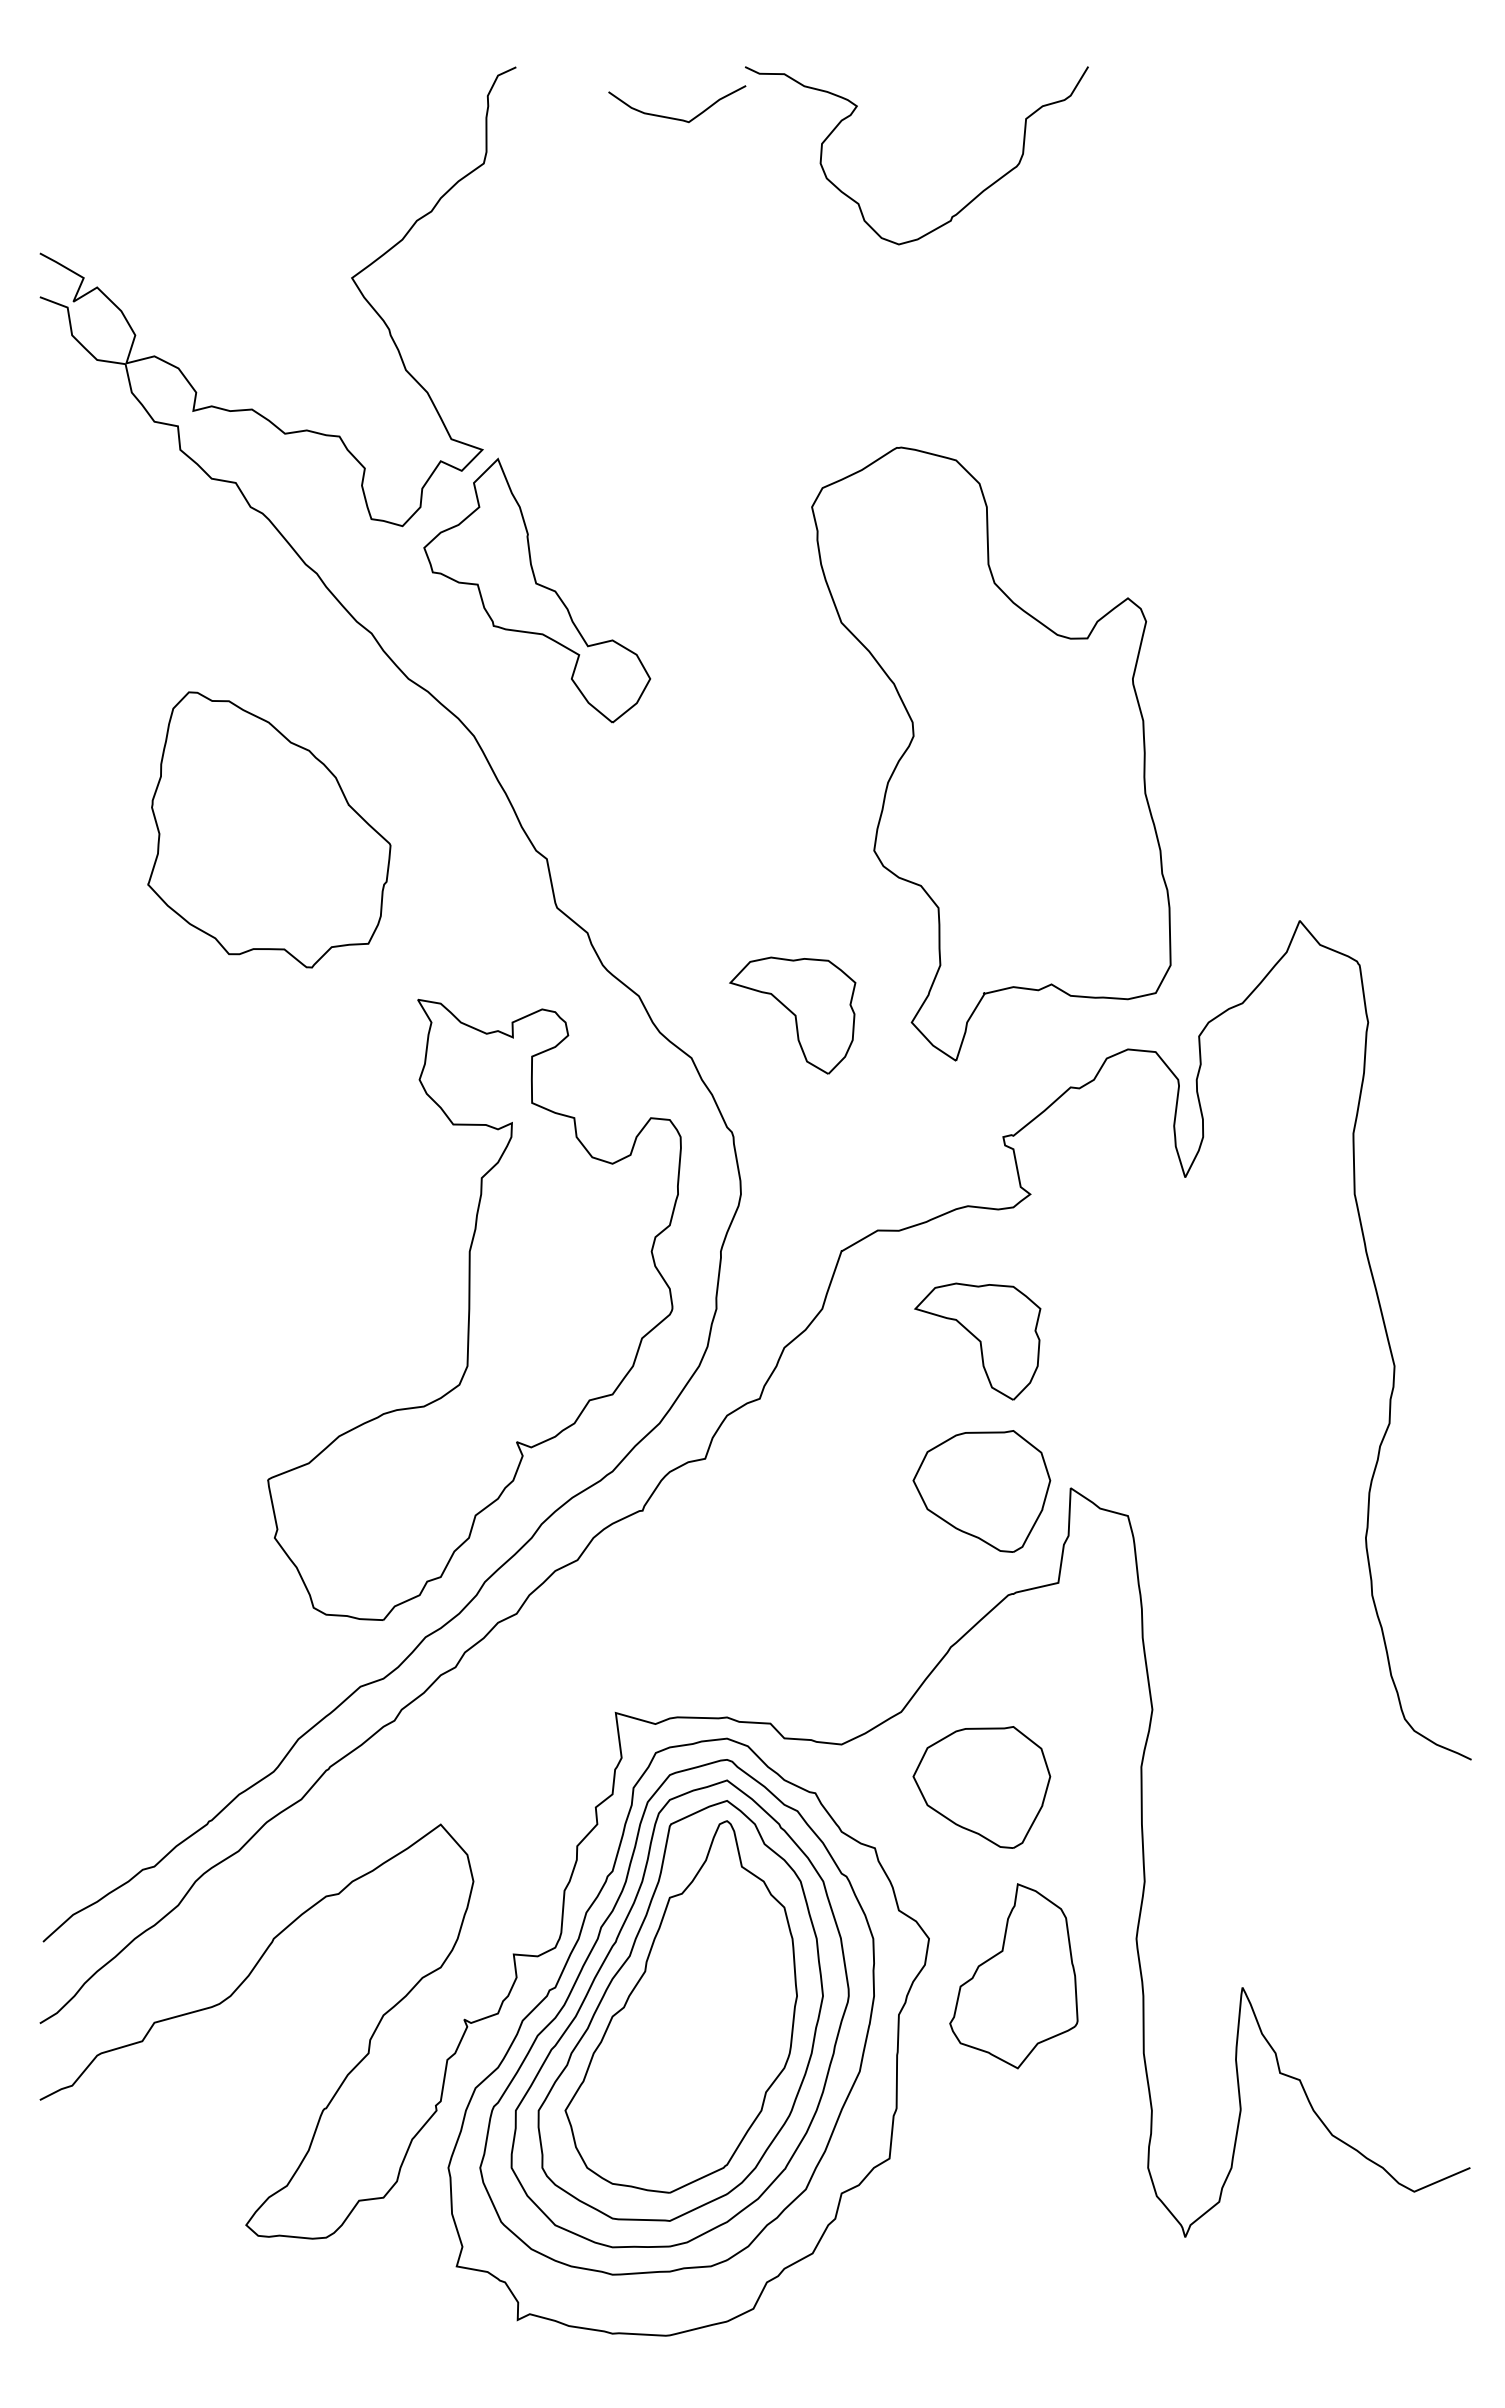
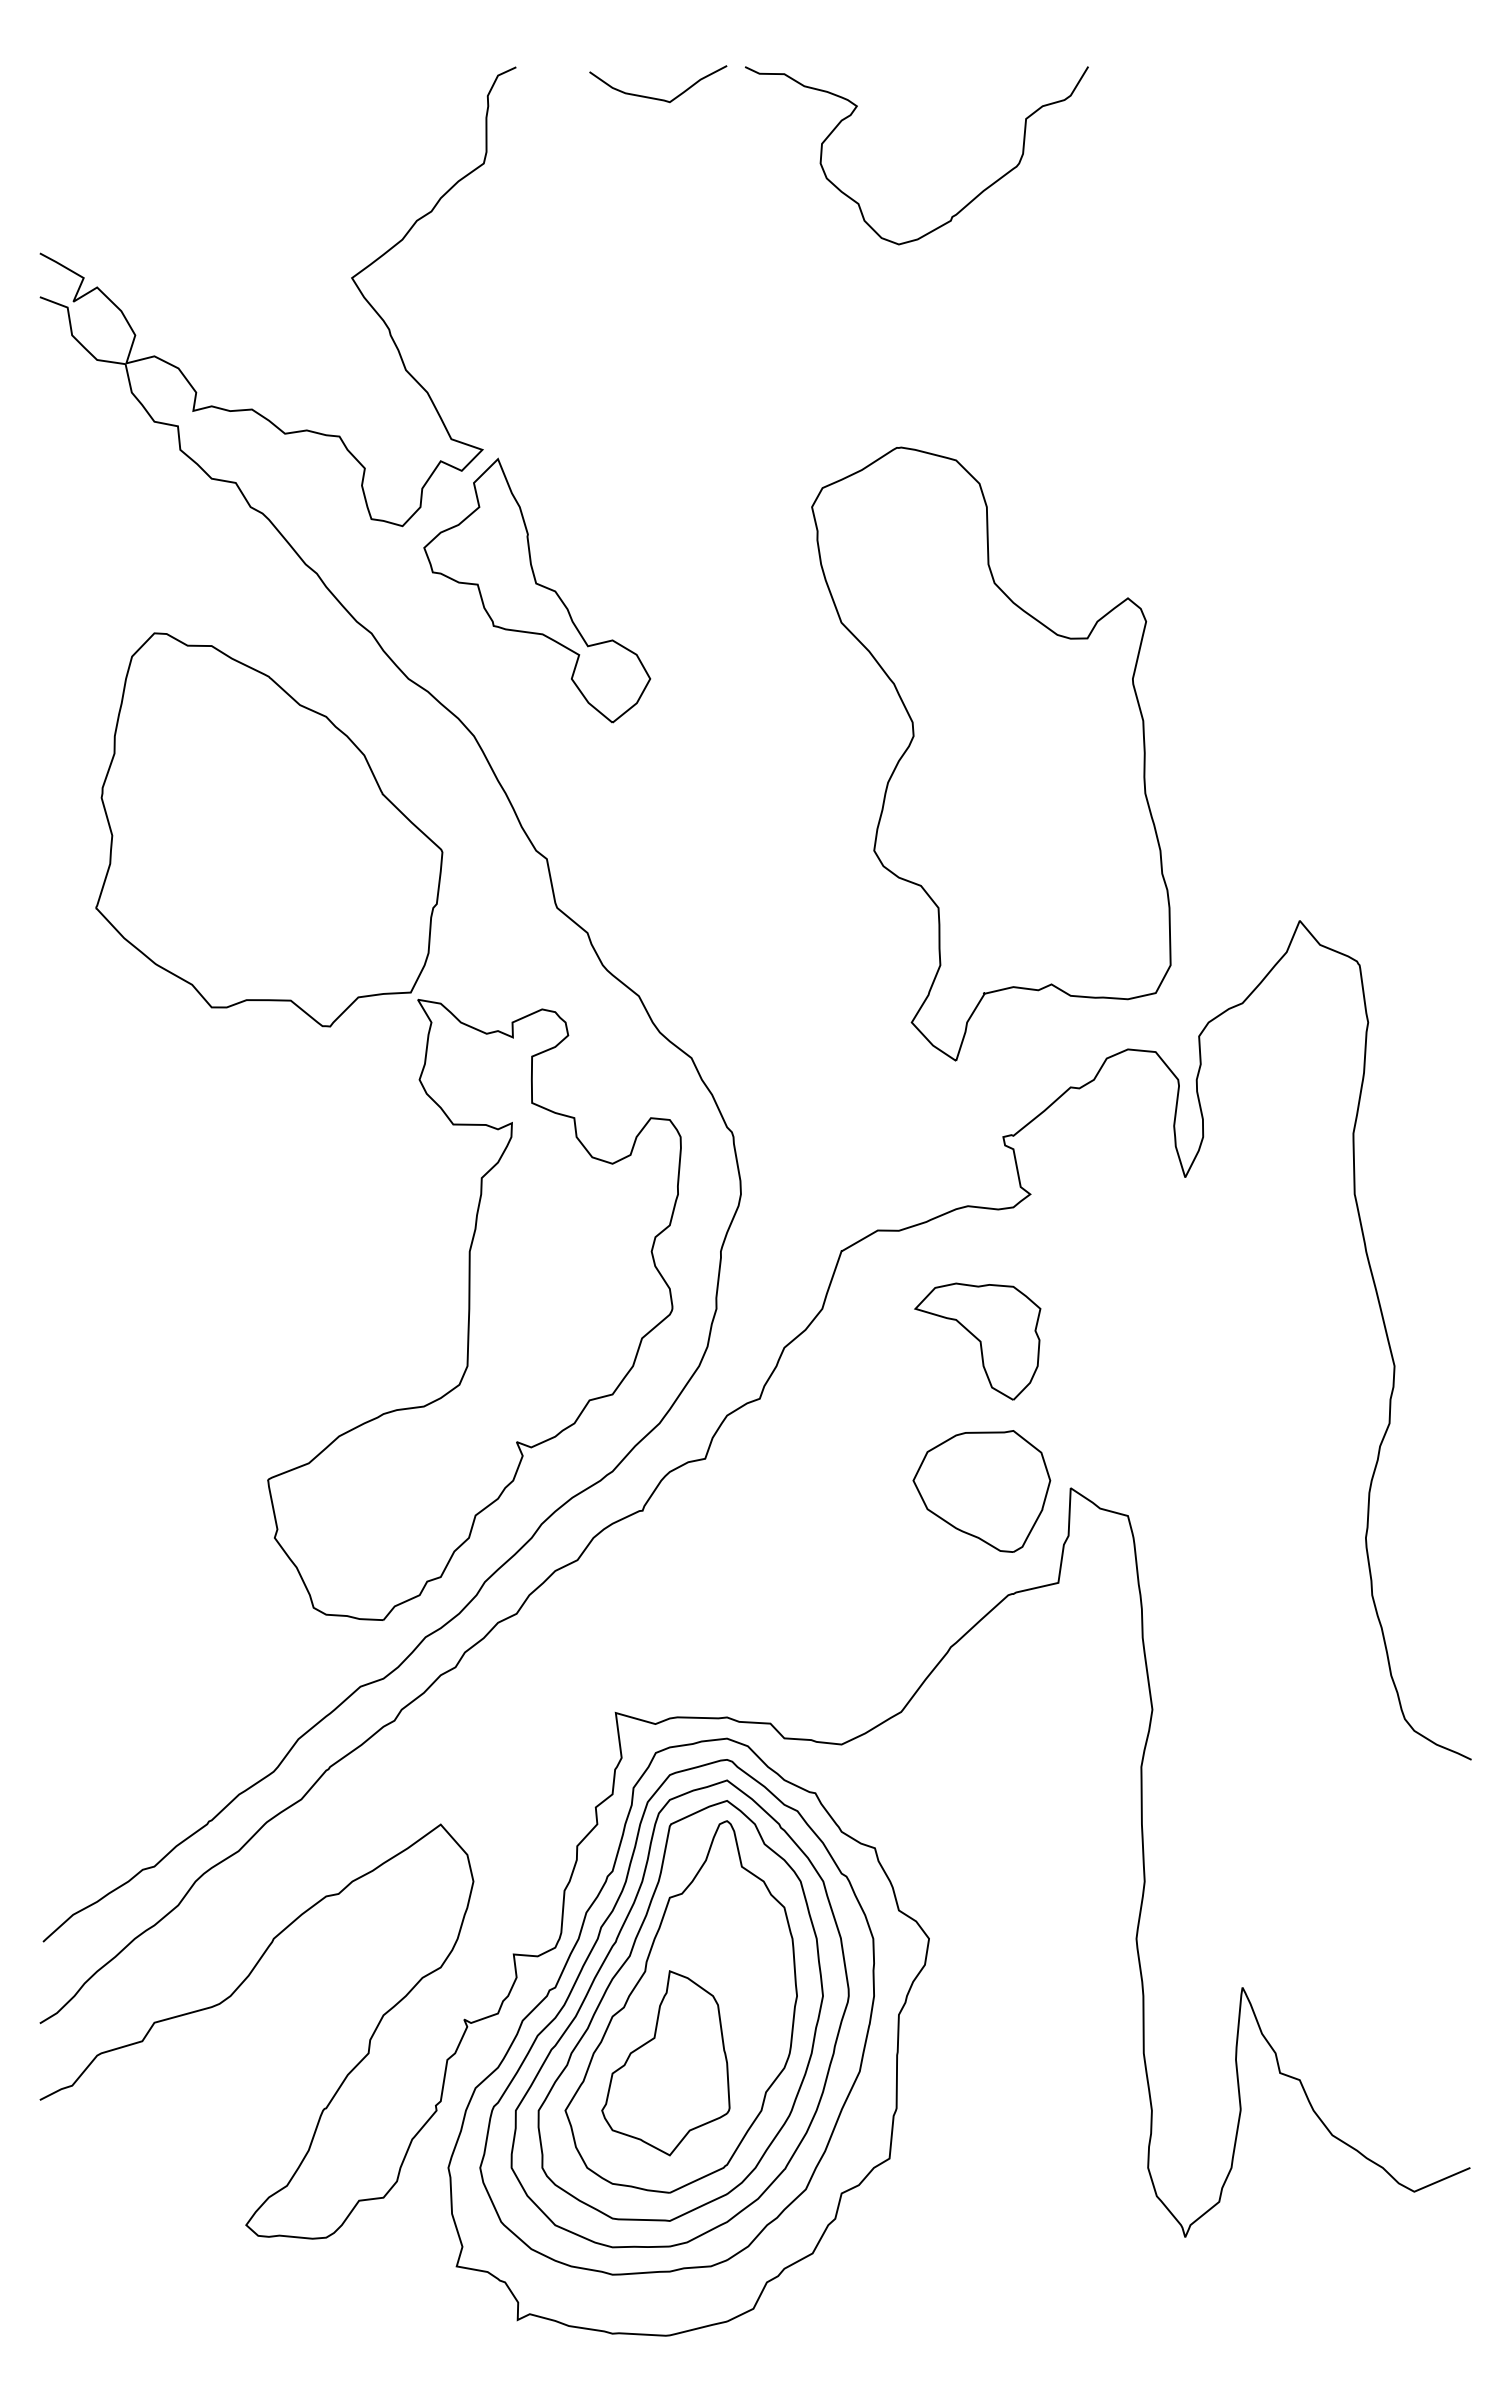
curve at (673, 117) position: (673, 117) -> (654, 97)
part at (269, 829) size: 245x278 px -> 349x396 px
part at (792, 1015): present -> none
part at (981, 1787): present -> none
part at (1013, 1976) position: (1013, 1976) -> (665, 2063)
